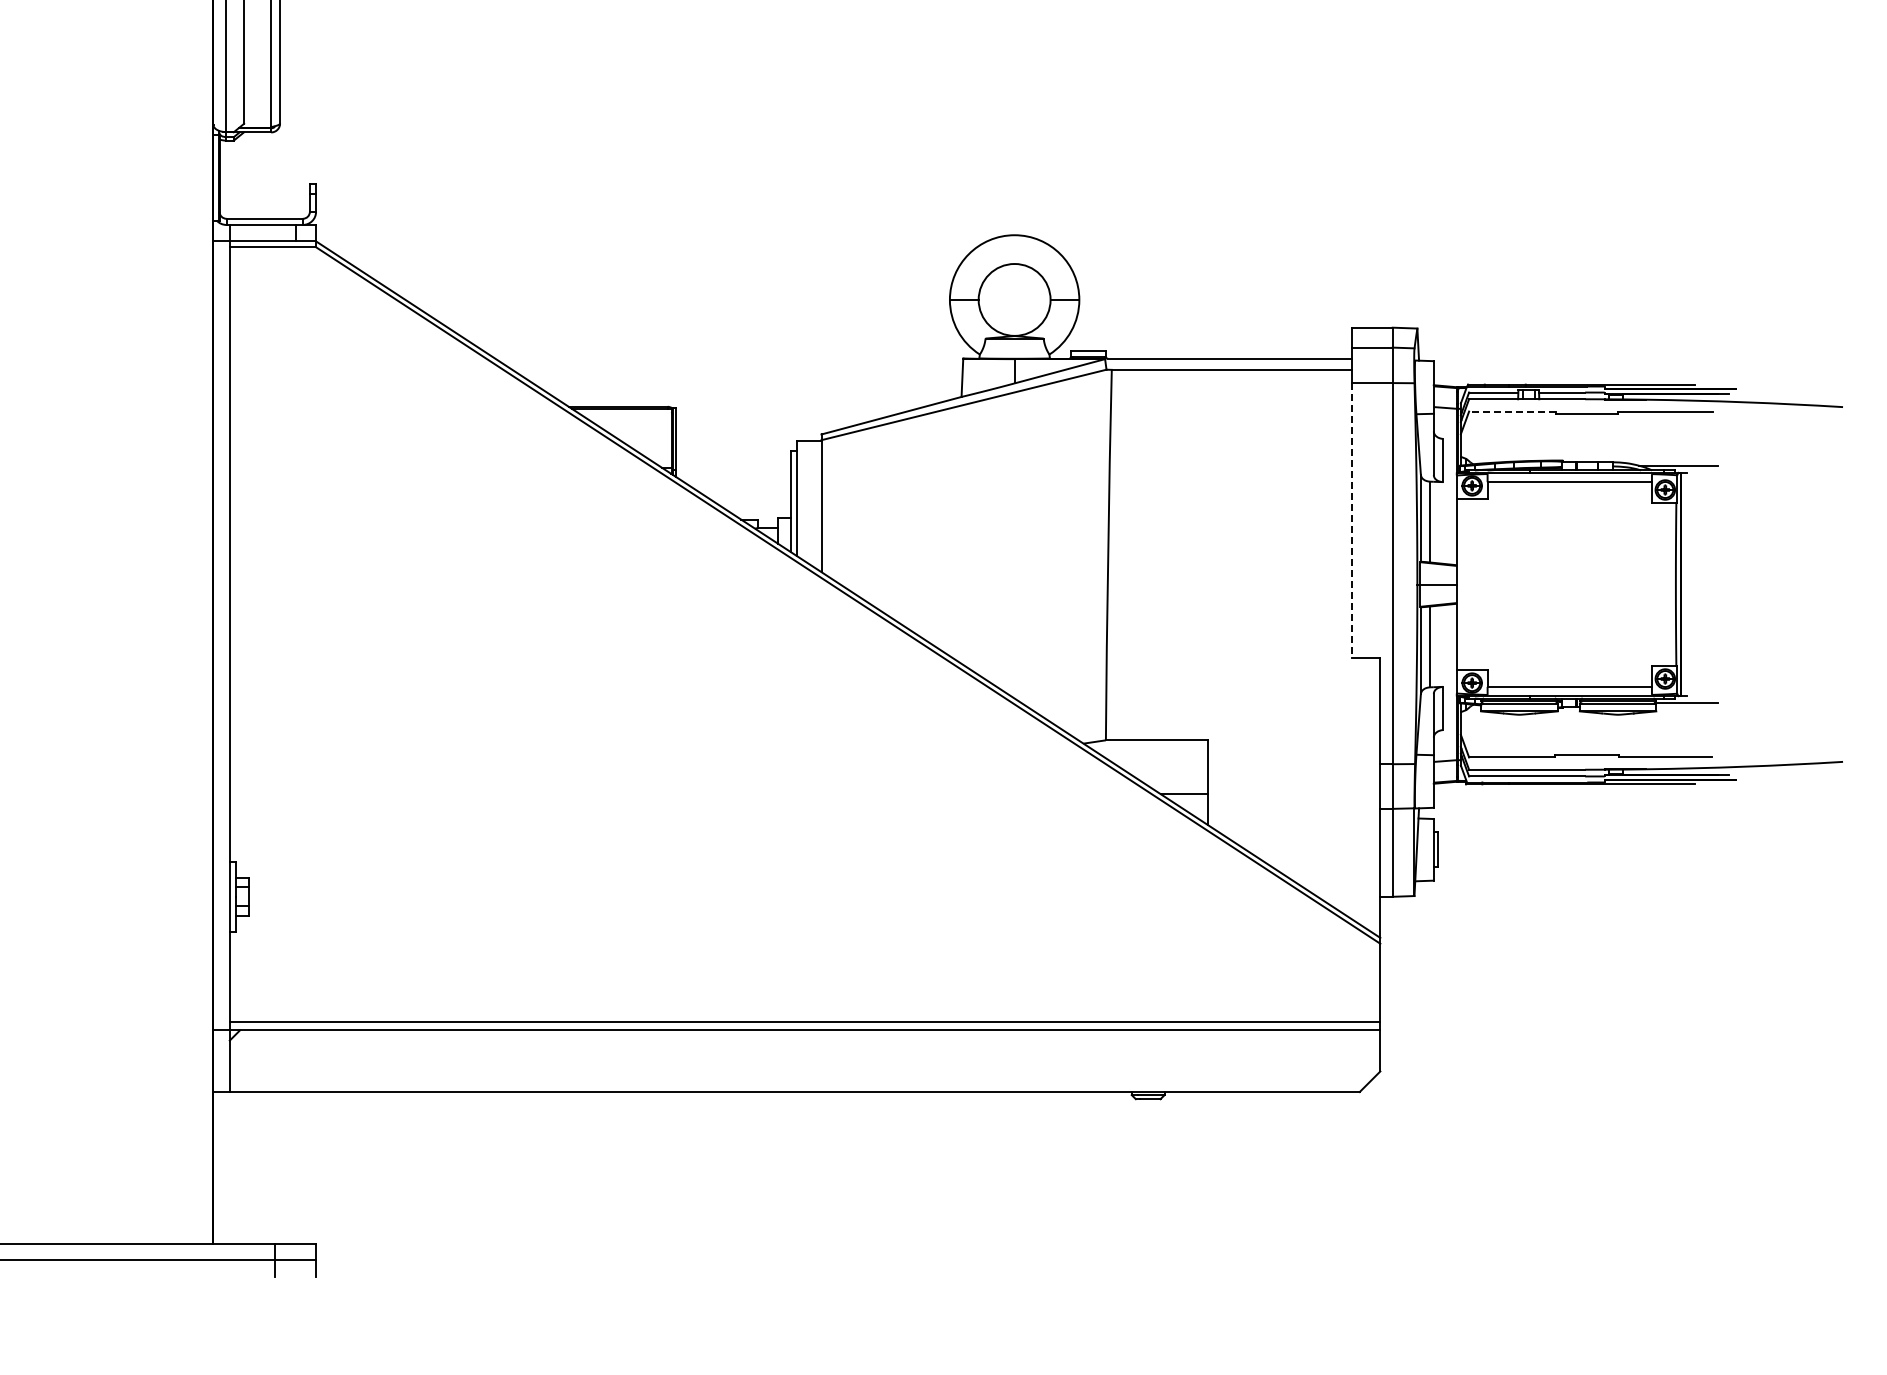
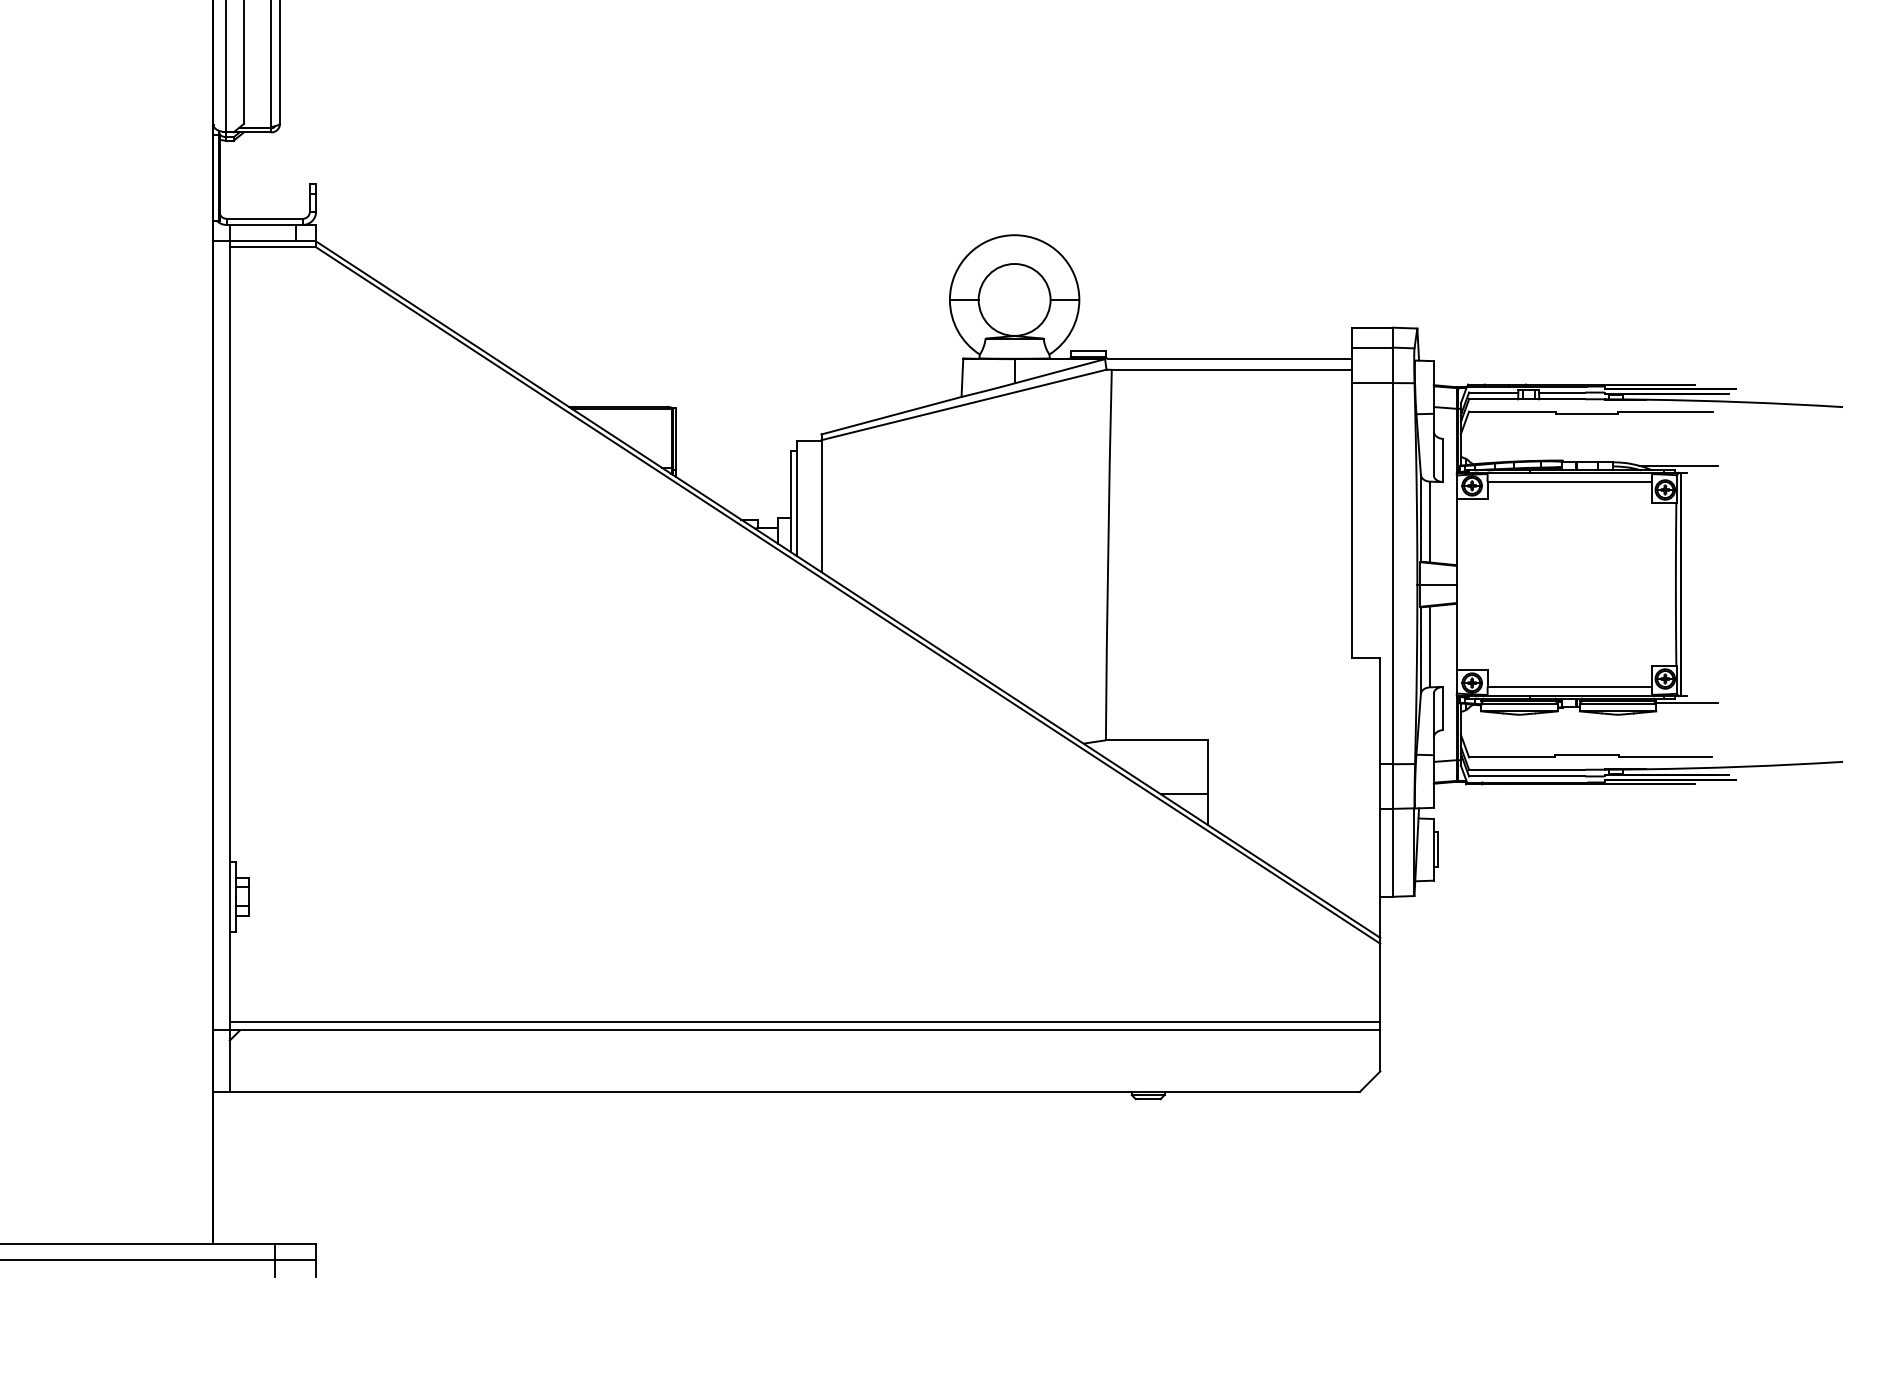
line at (1512, 411): dashed -> solid
line at (1351, 520): dashed -> solid
